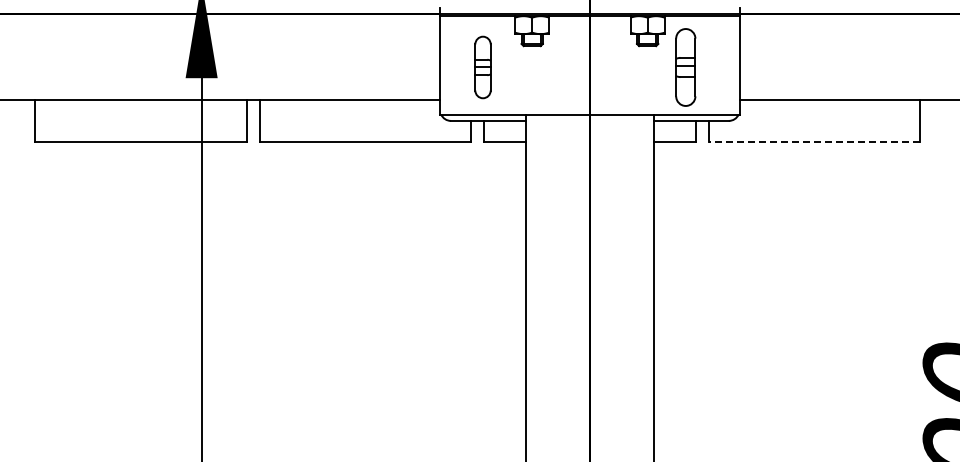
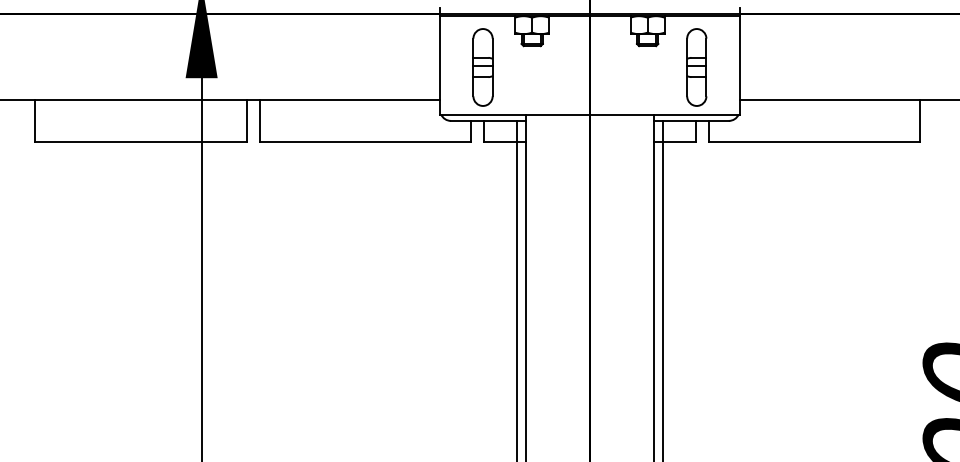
part at (482, 67) size: 18x65 px -> 22x79 px
part at (685, 67) position: (685, 67) -> (696, 67)
line at (814, 142): dashed -> solid
line at (517, 289): none -> present
line at (662, 289): none -> present
